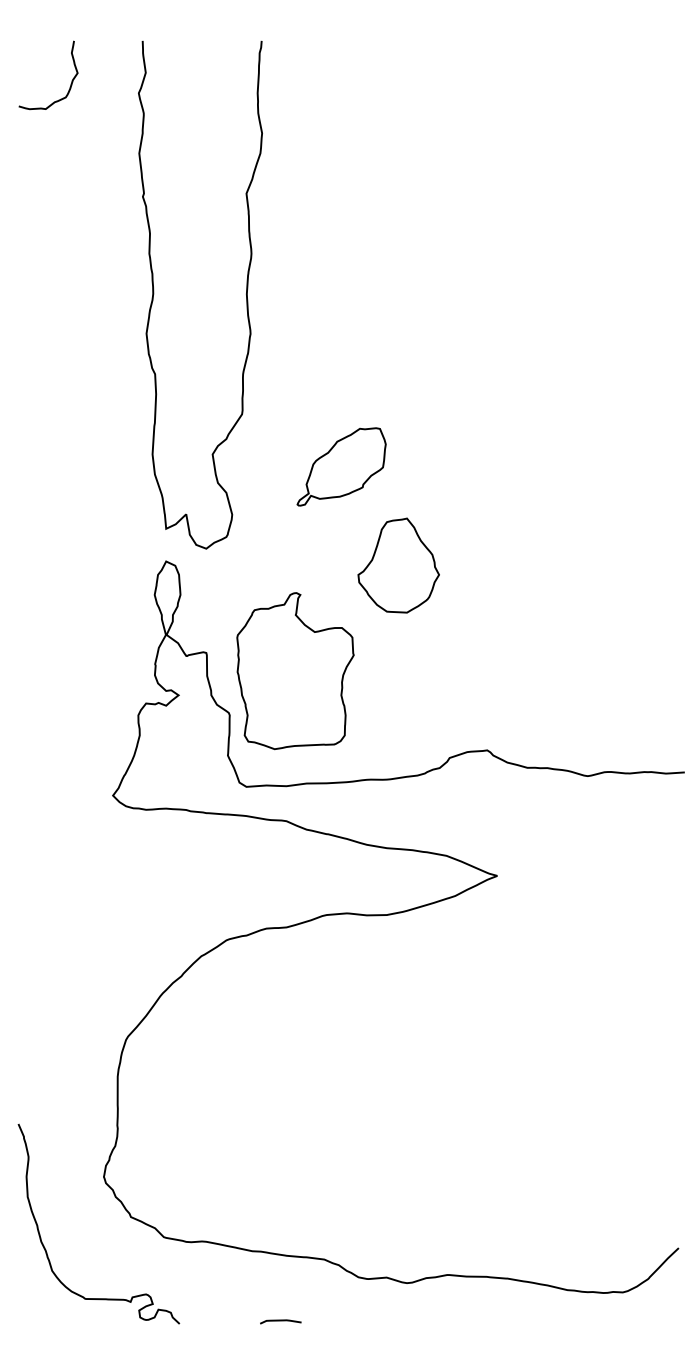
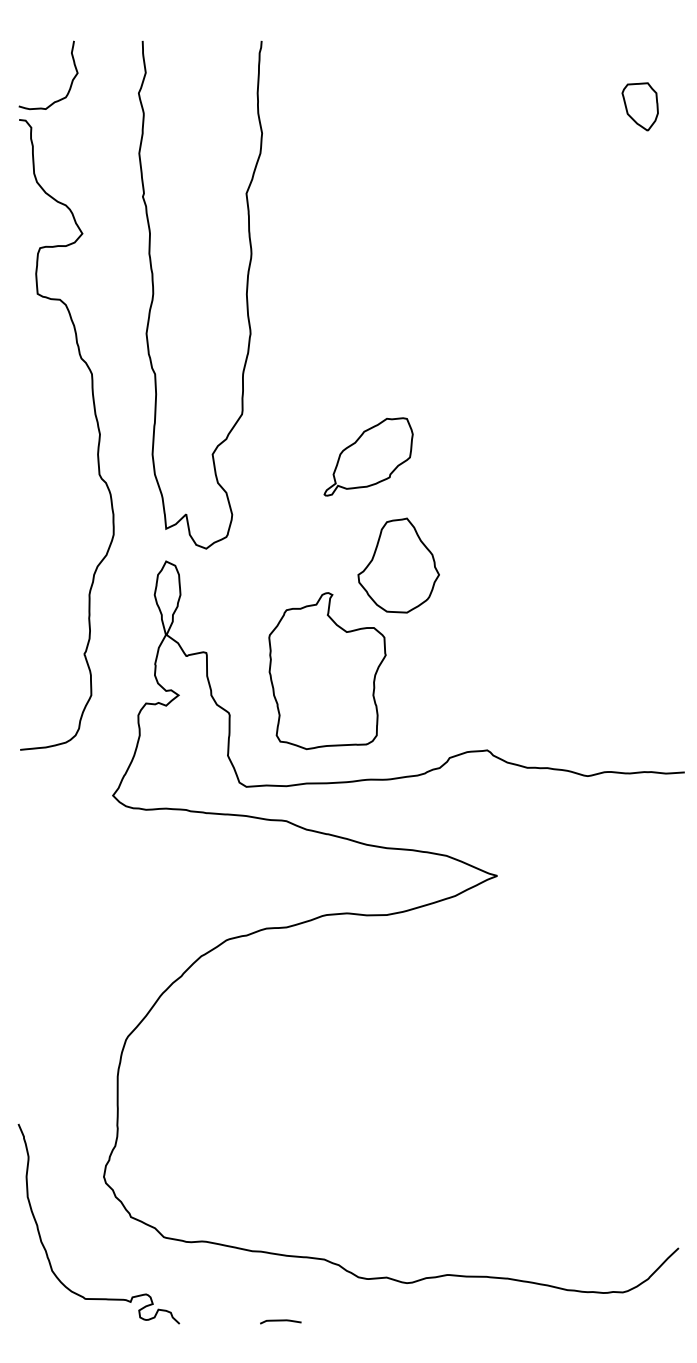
part at (639, 106): none -> present
curve at (97, 428): none -> present
part at (341, 466) position: (341, 466) -> (368, 456)
part at (295, 671) position: (295, 671) -> (327, 671)
